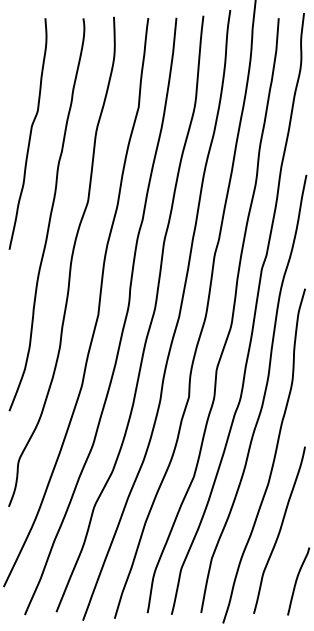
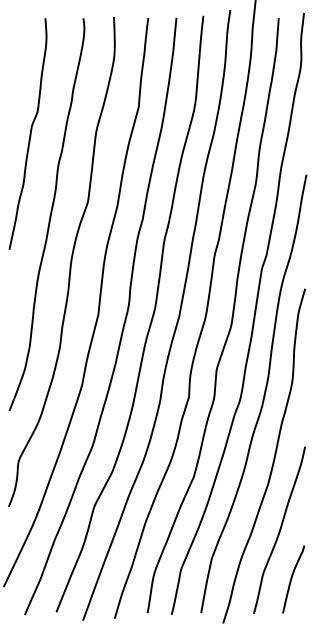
curve at (297, 581) position: (297, 581) -> (292, 579)
